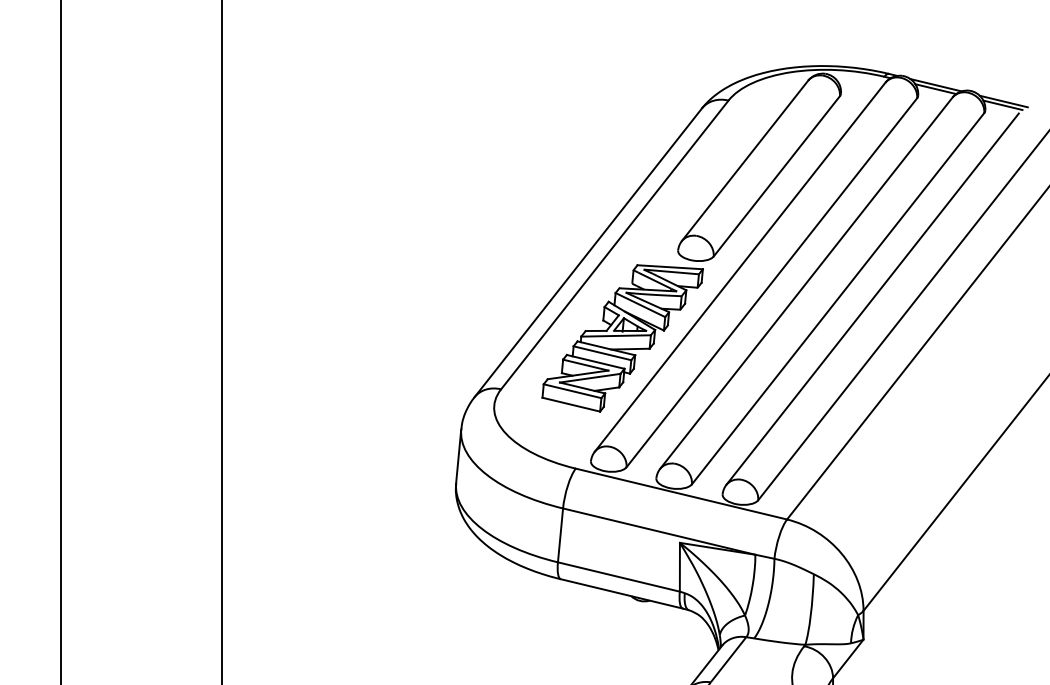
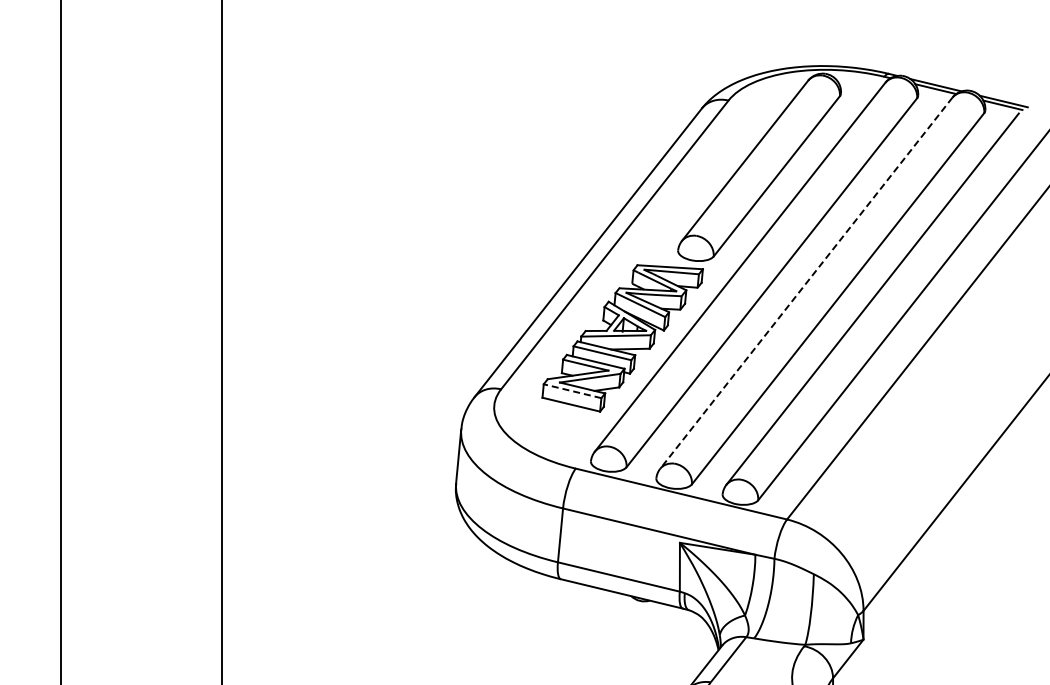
line at (806, 283): solid -> dashed
line at (572, 391): solid -> dashed
